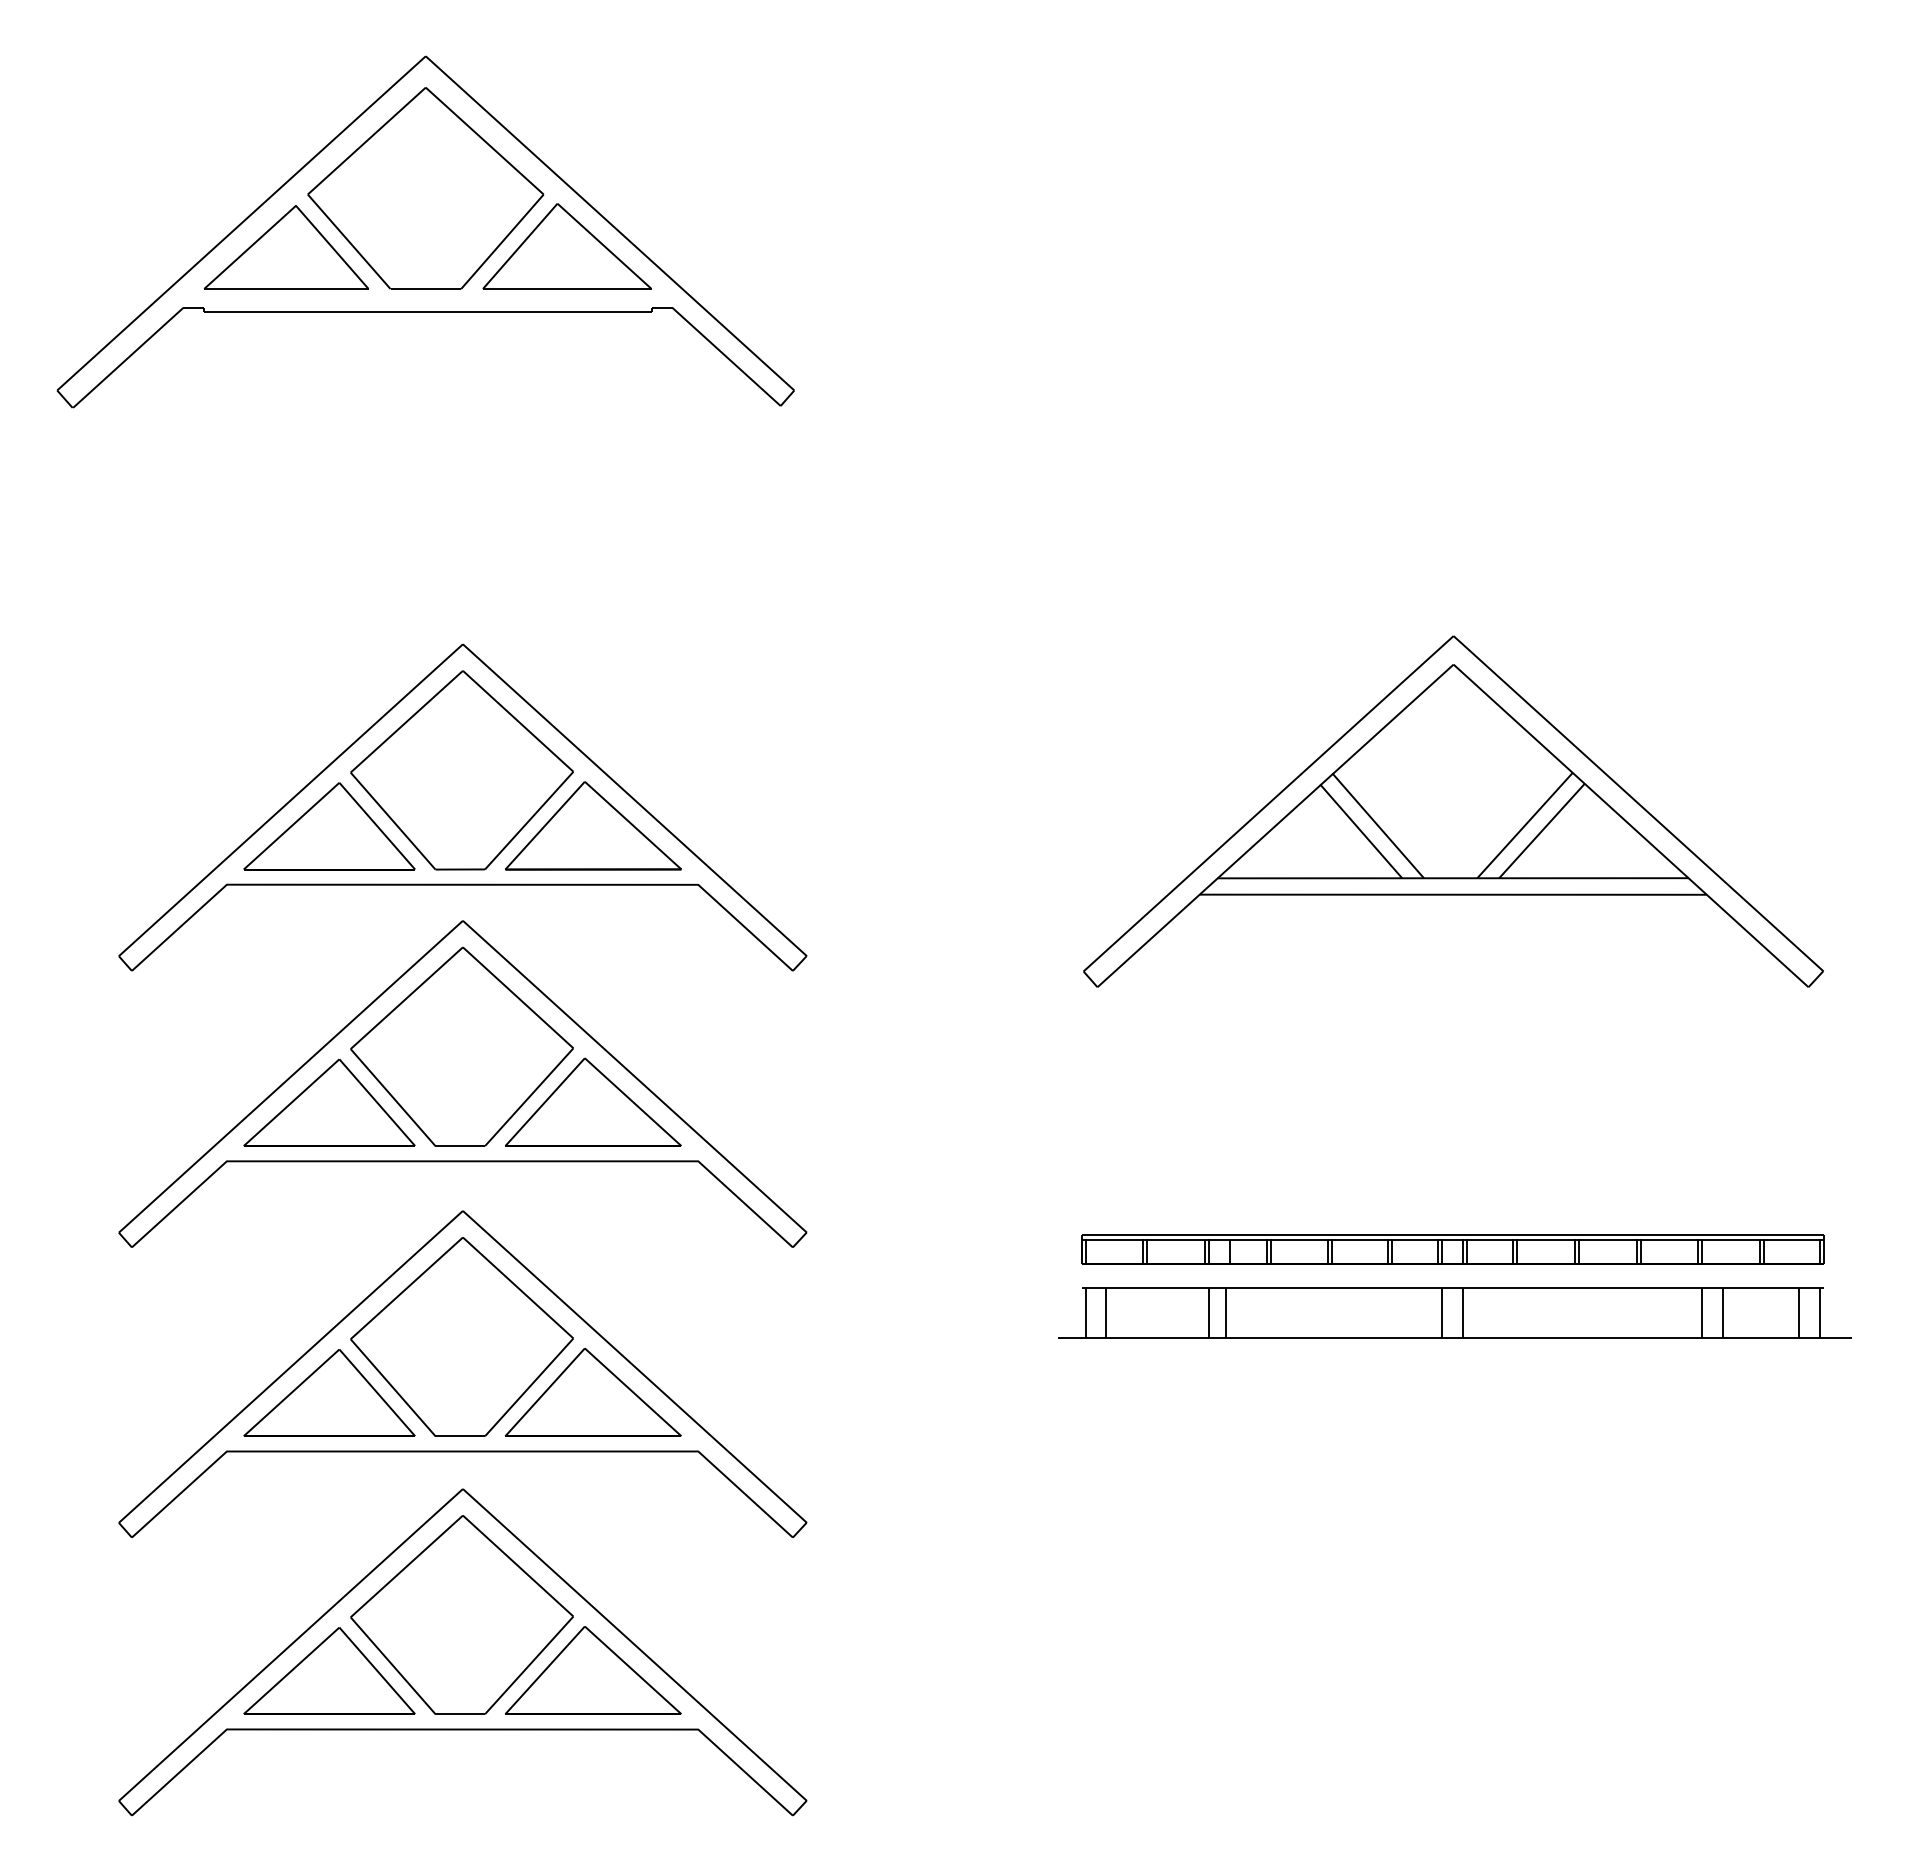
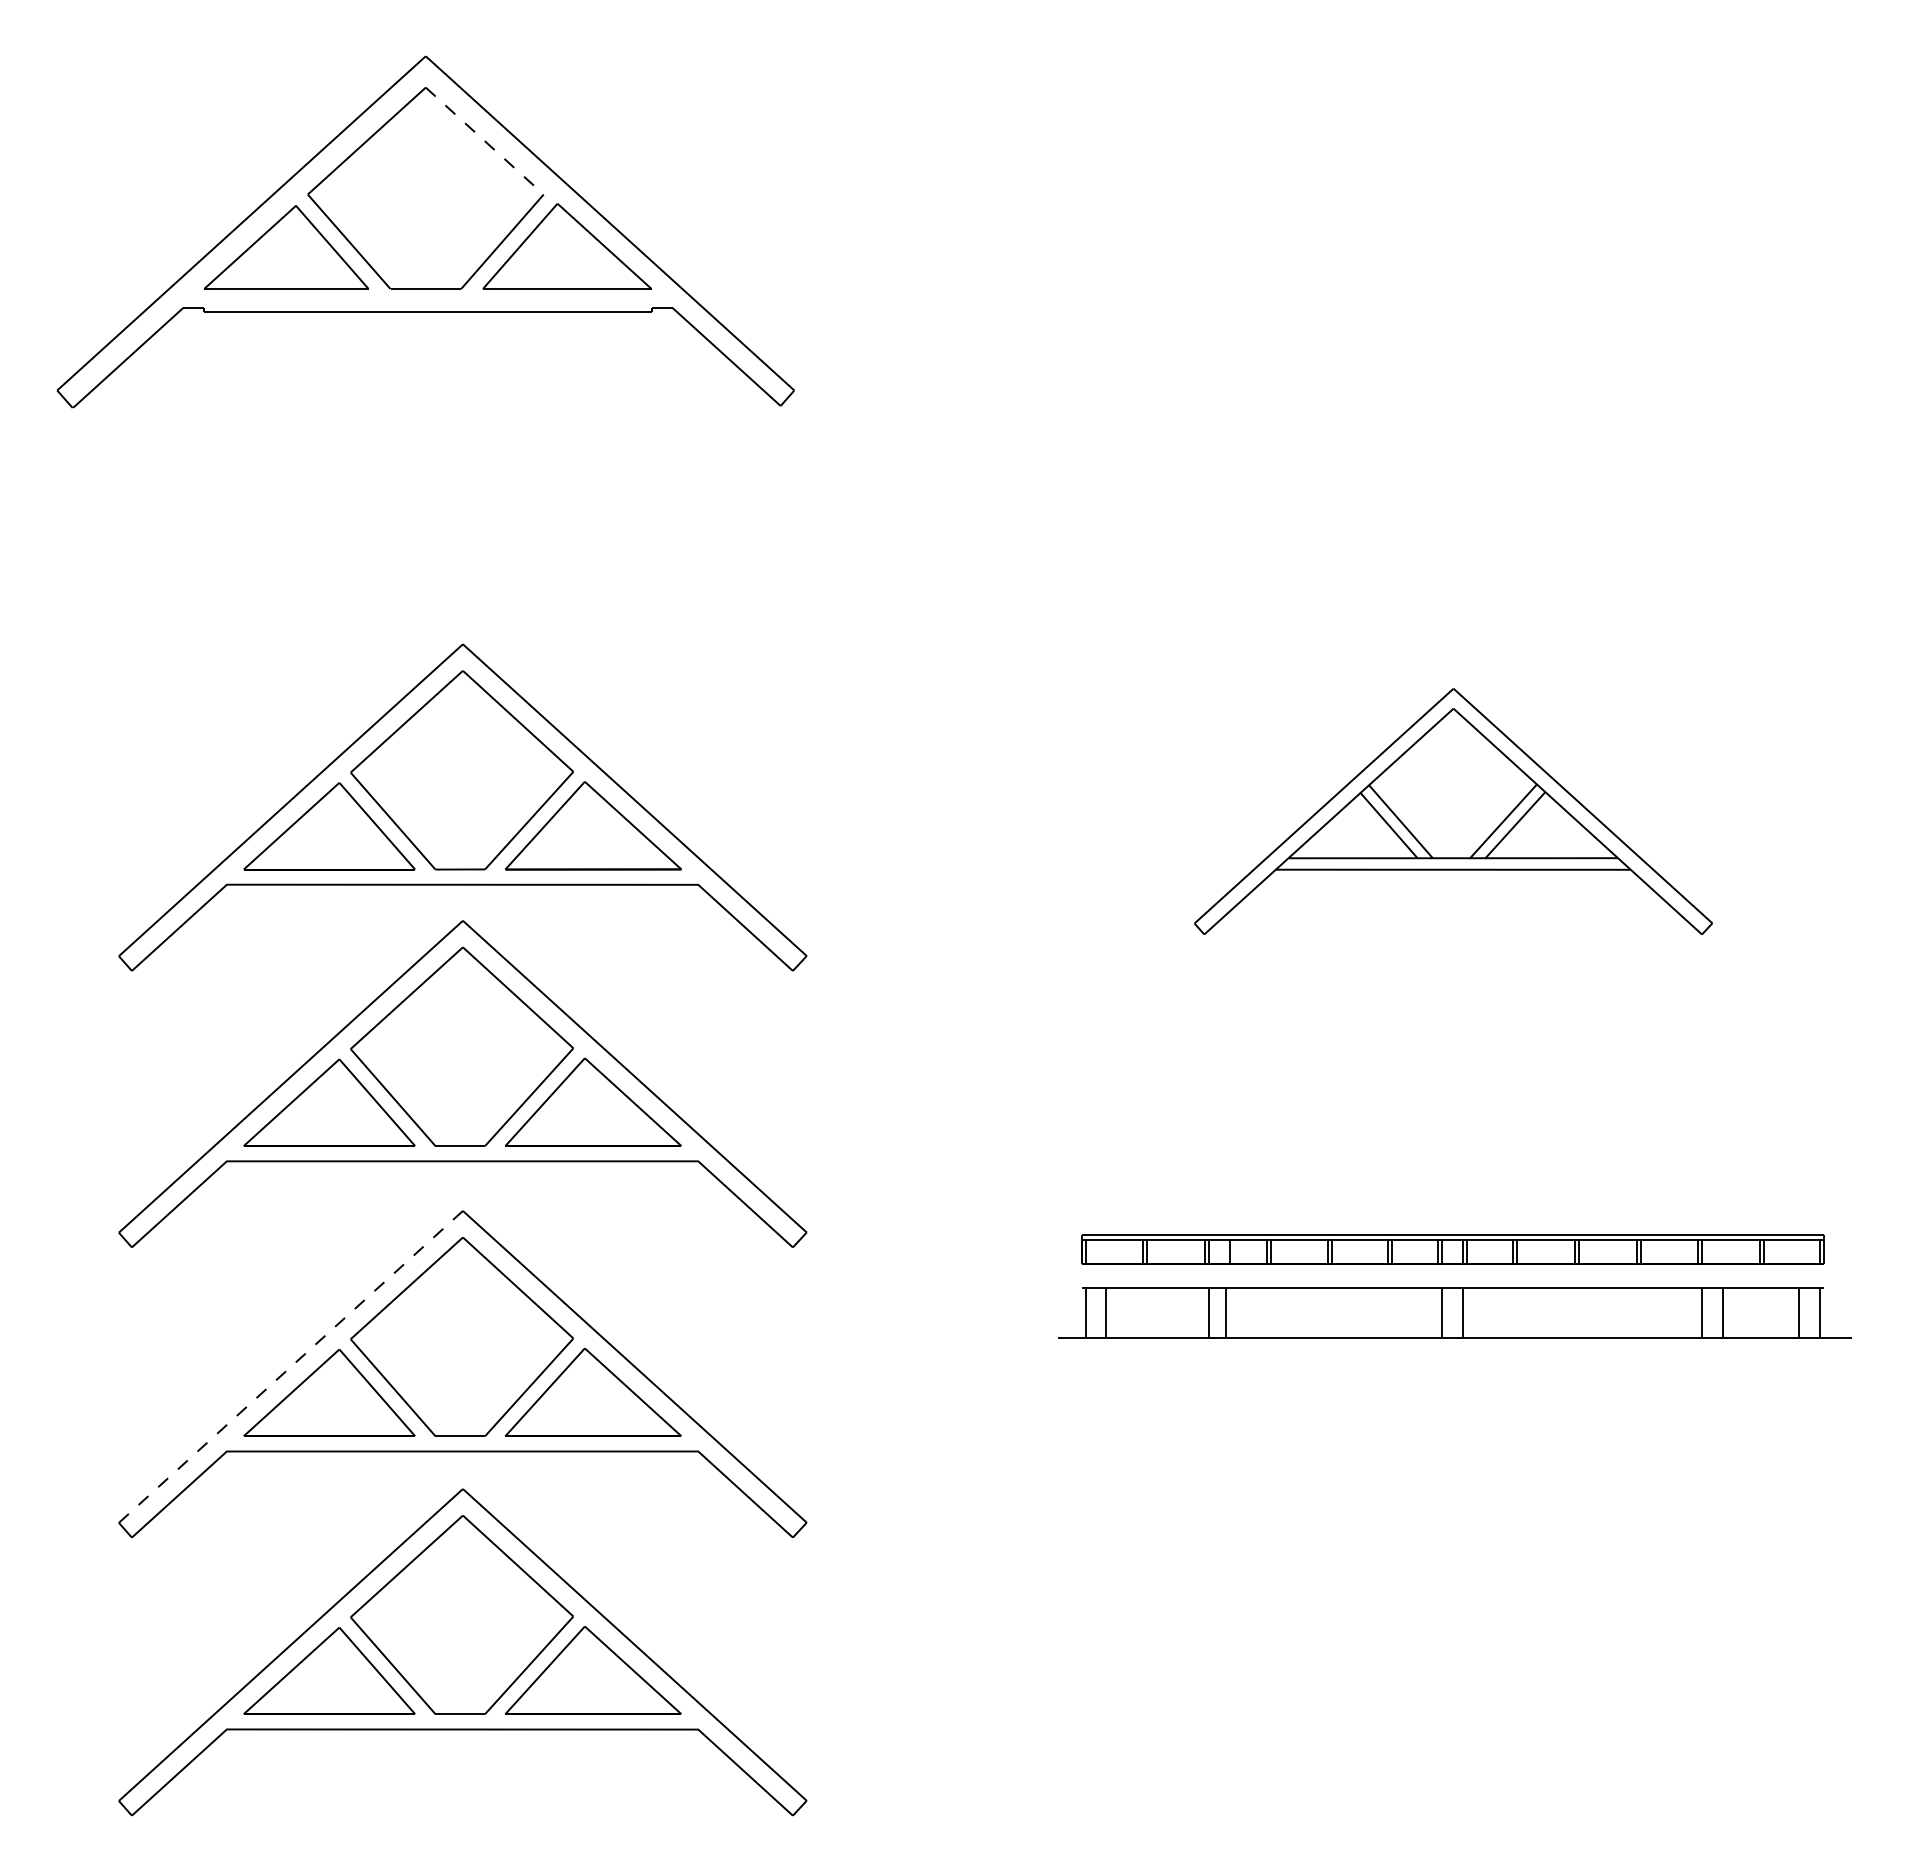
line at (484, 141): solid -> dashed
part at (1453, 811) size: 741x353 px -> 519x247 px
line at (290, 1367): solid -> dashed
